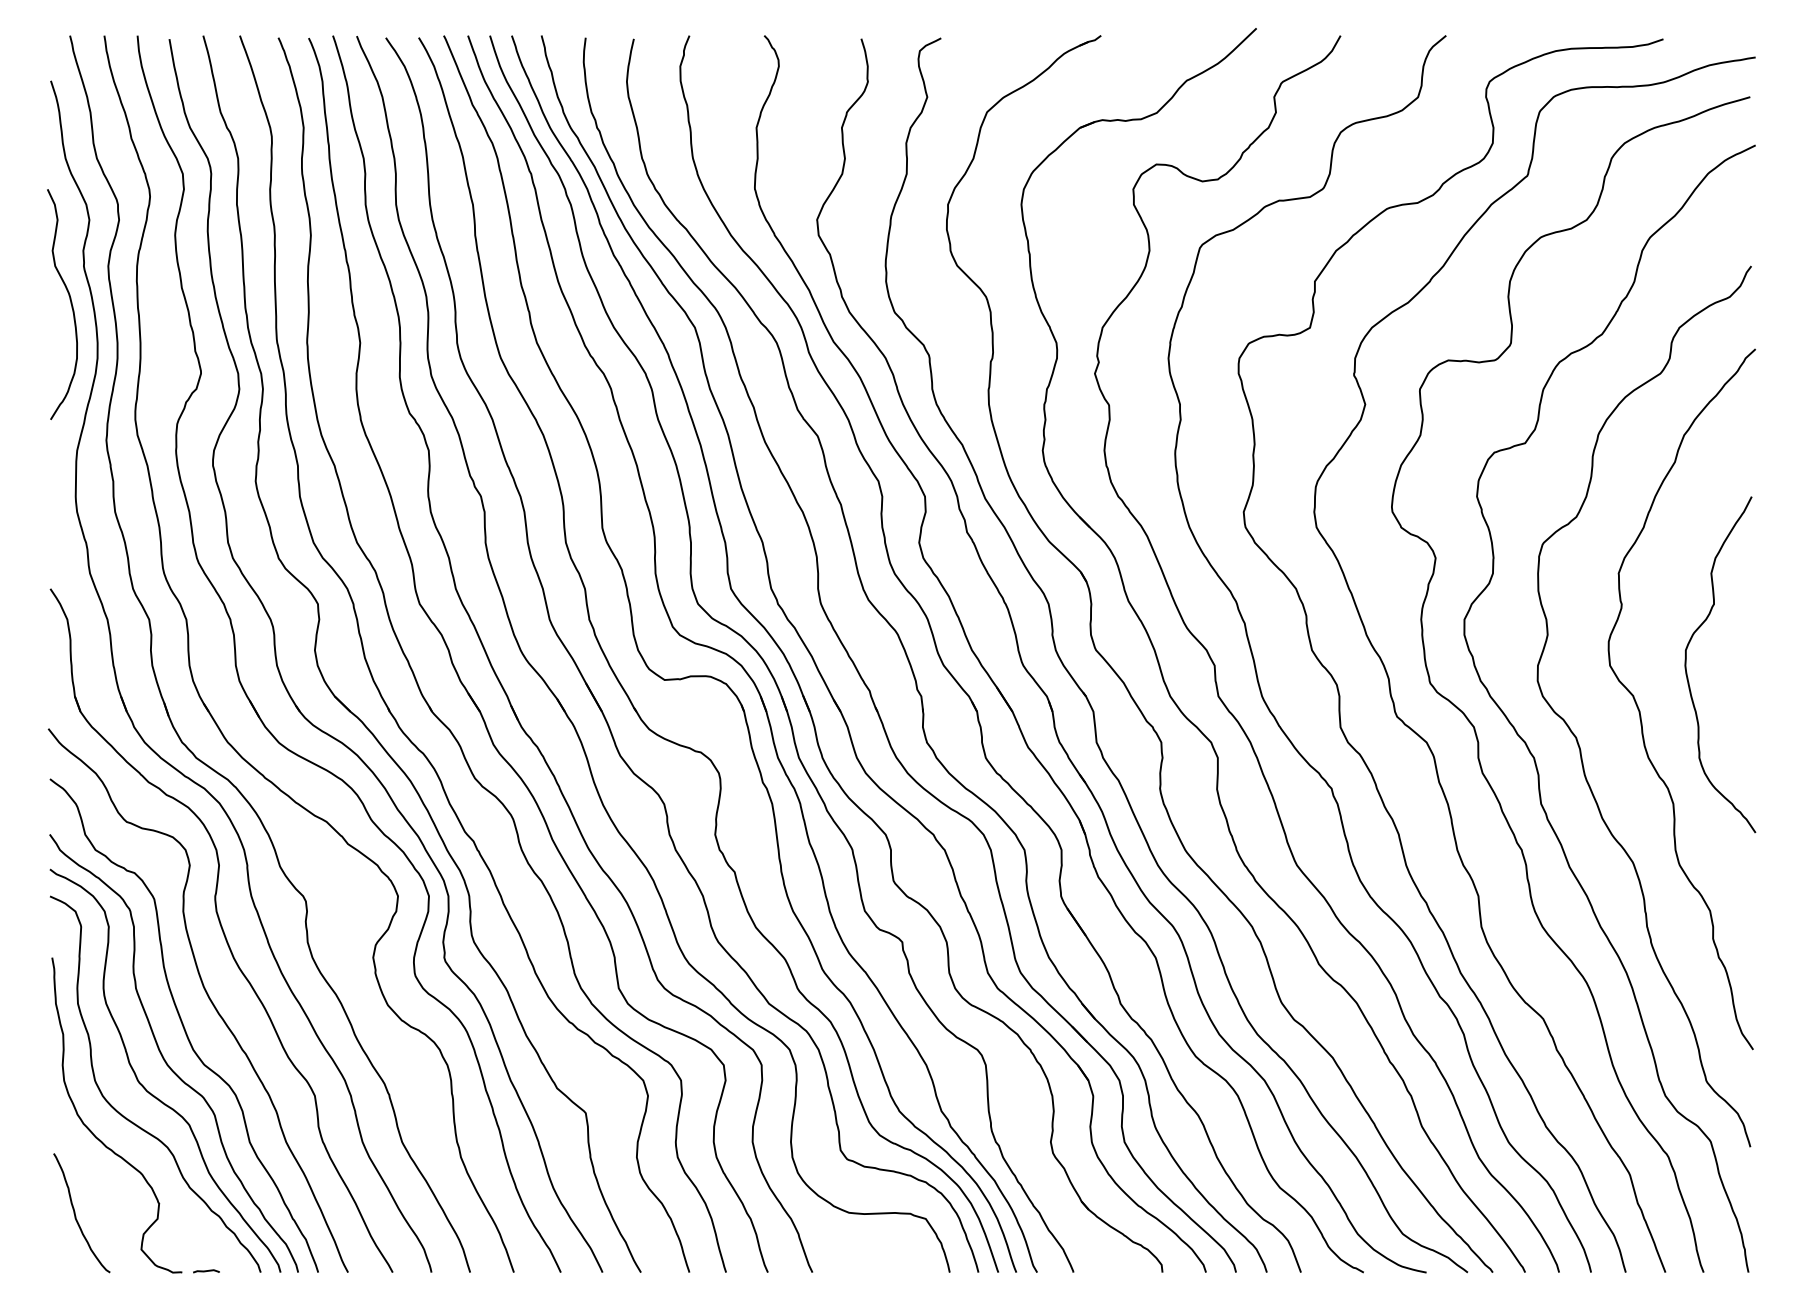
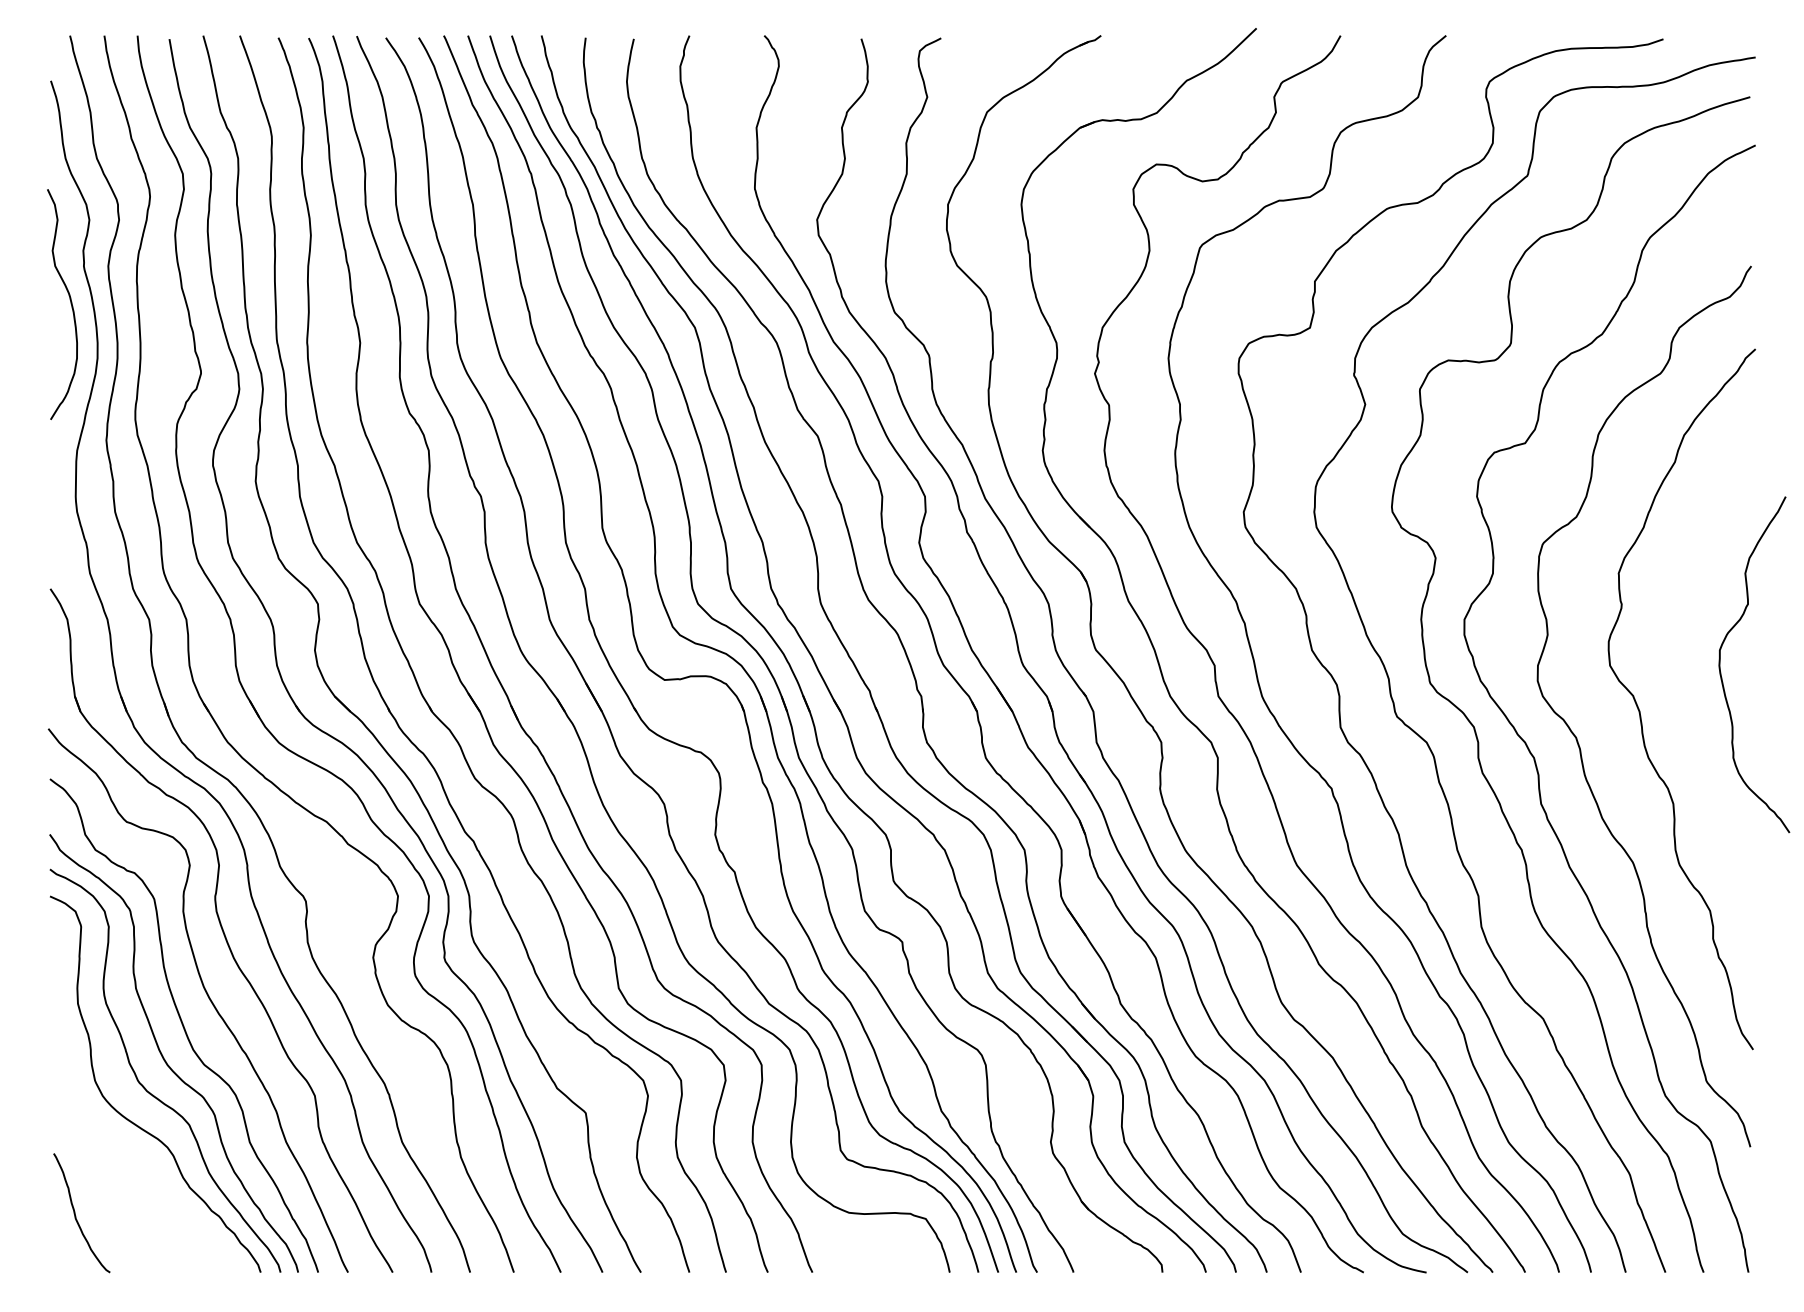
curve at (1687, 672) position: (1687, 672) -> (1721, 672)
curve at (92, 1131): present -> none
line at (206, 1271): present -> none
